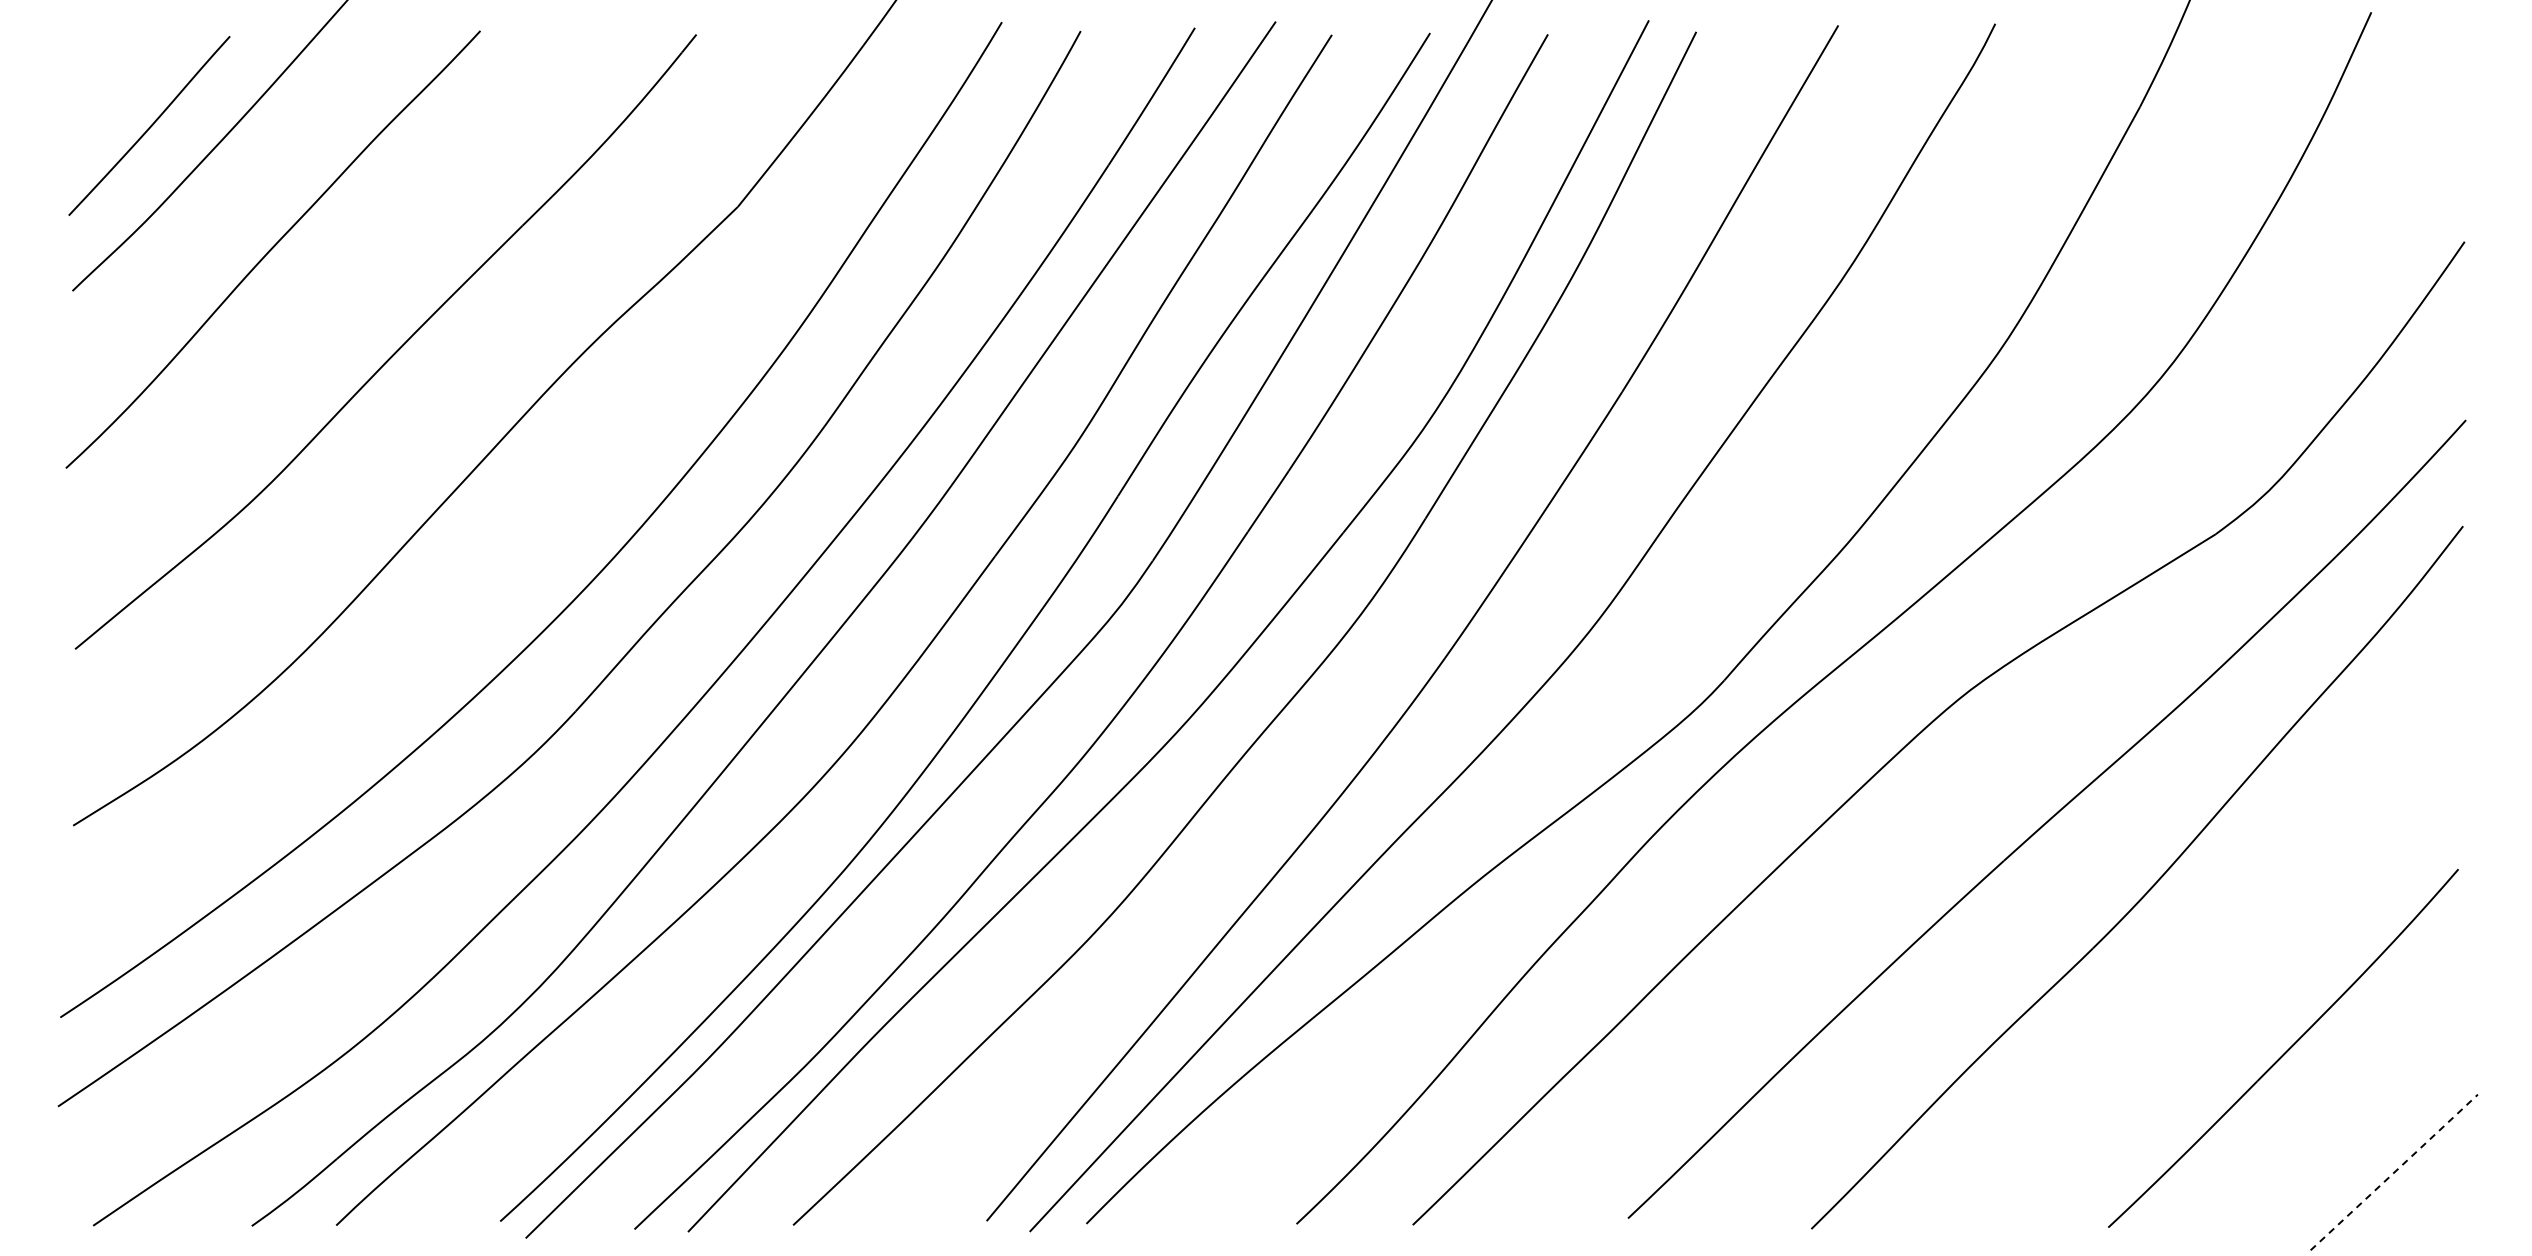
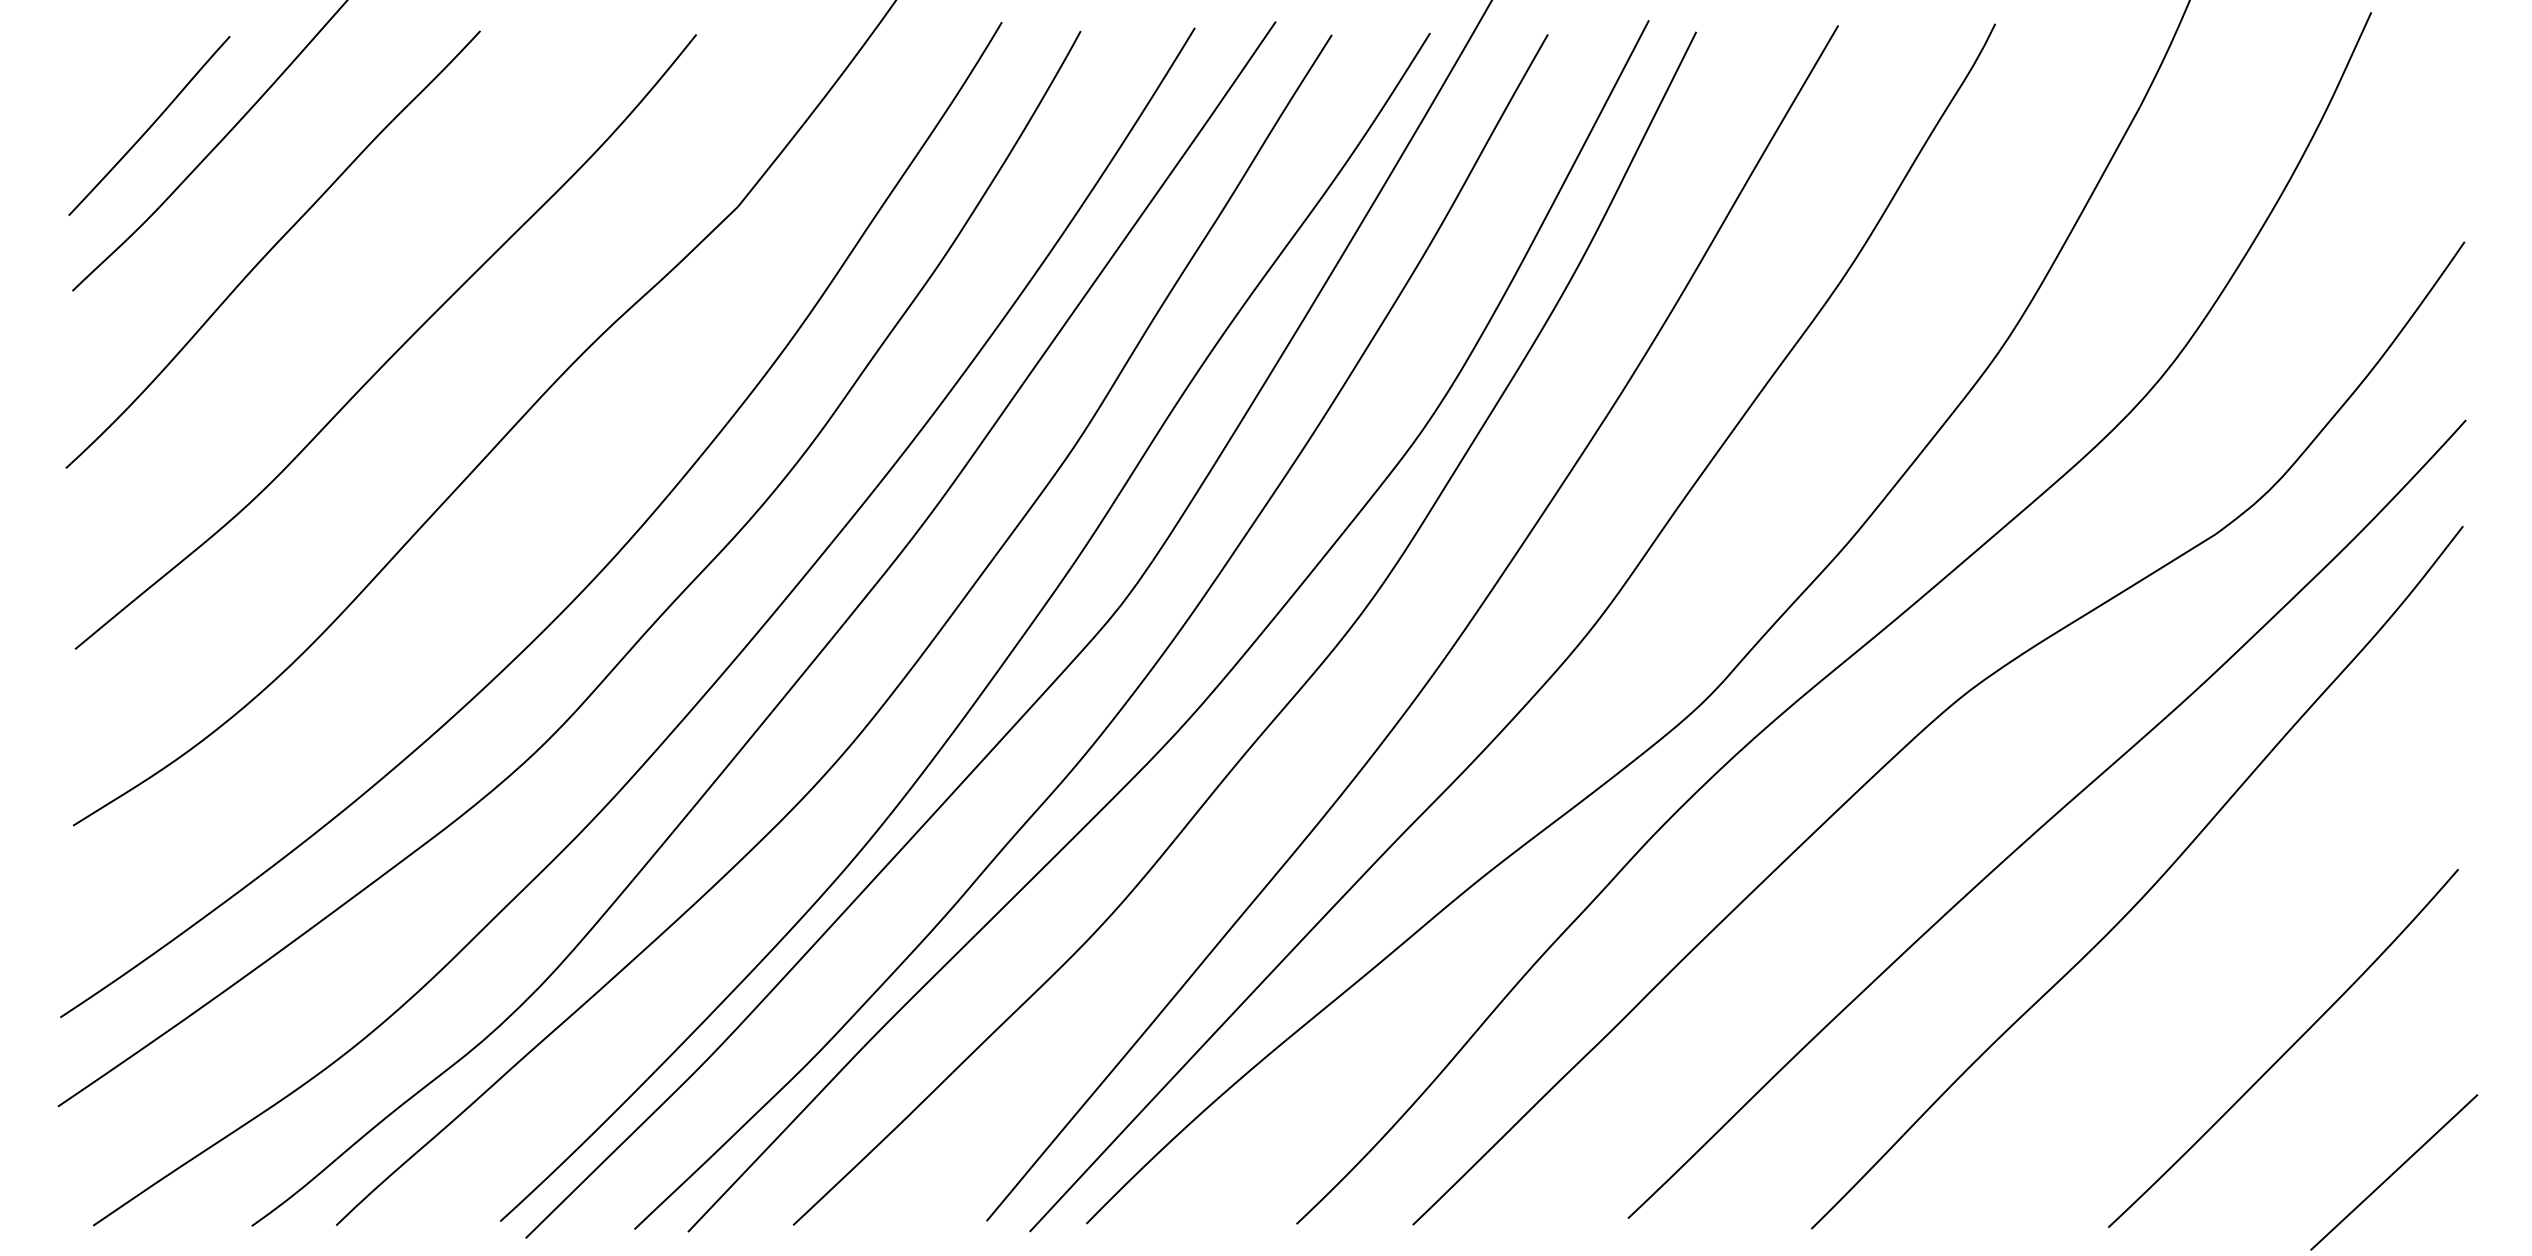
line at (2394, 1172): dashed -> solid
